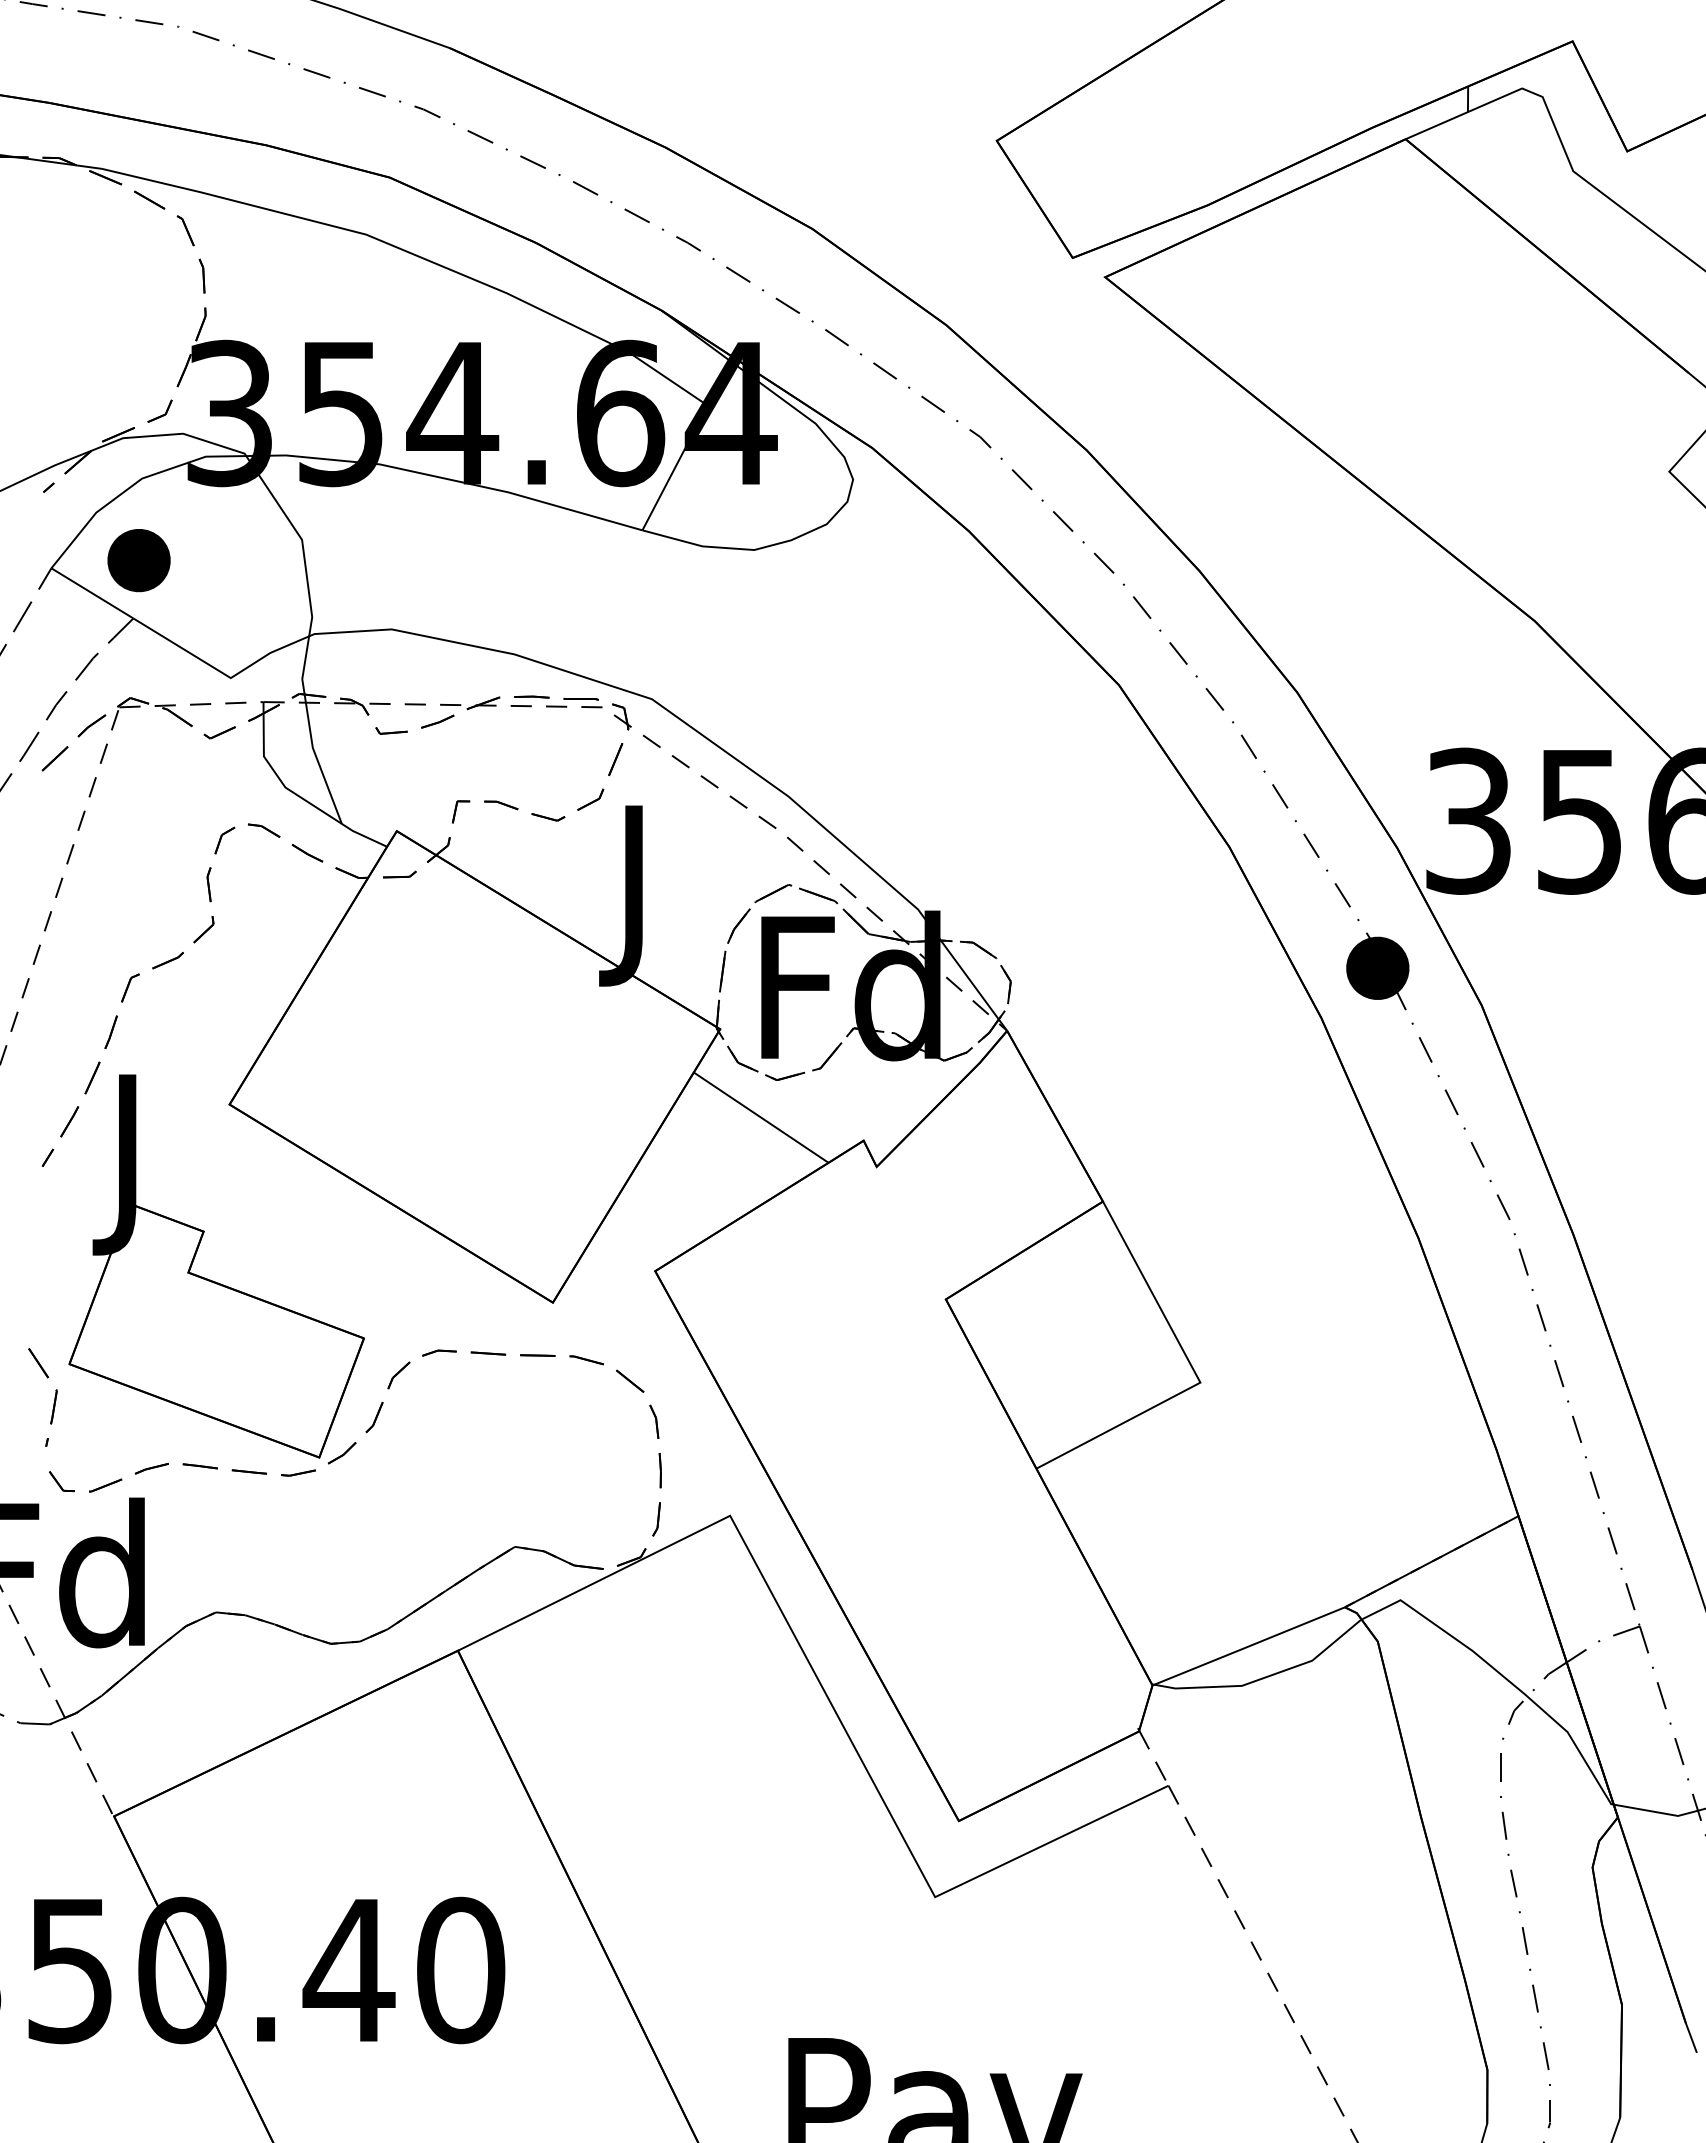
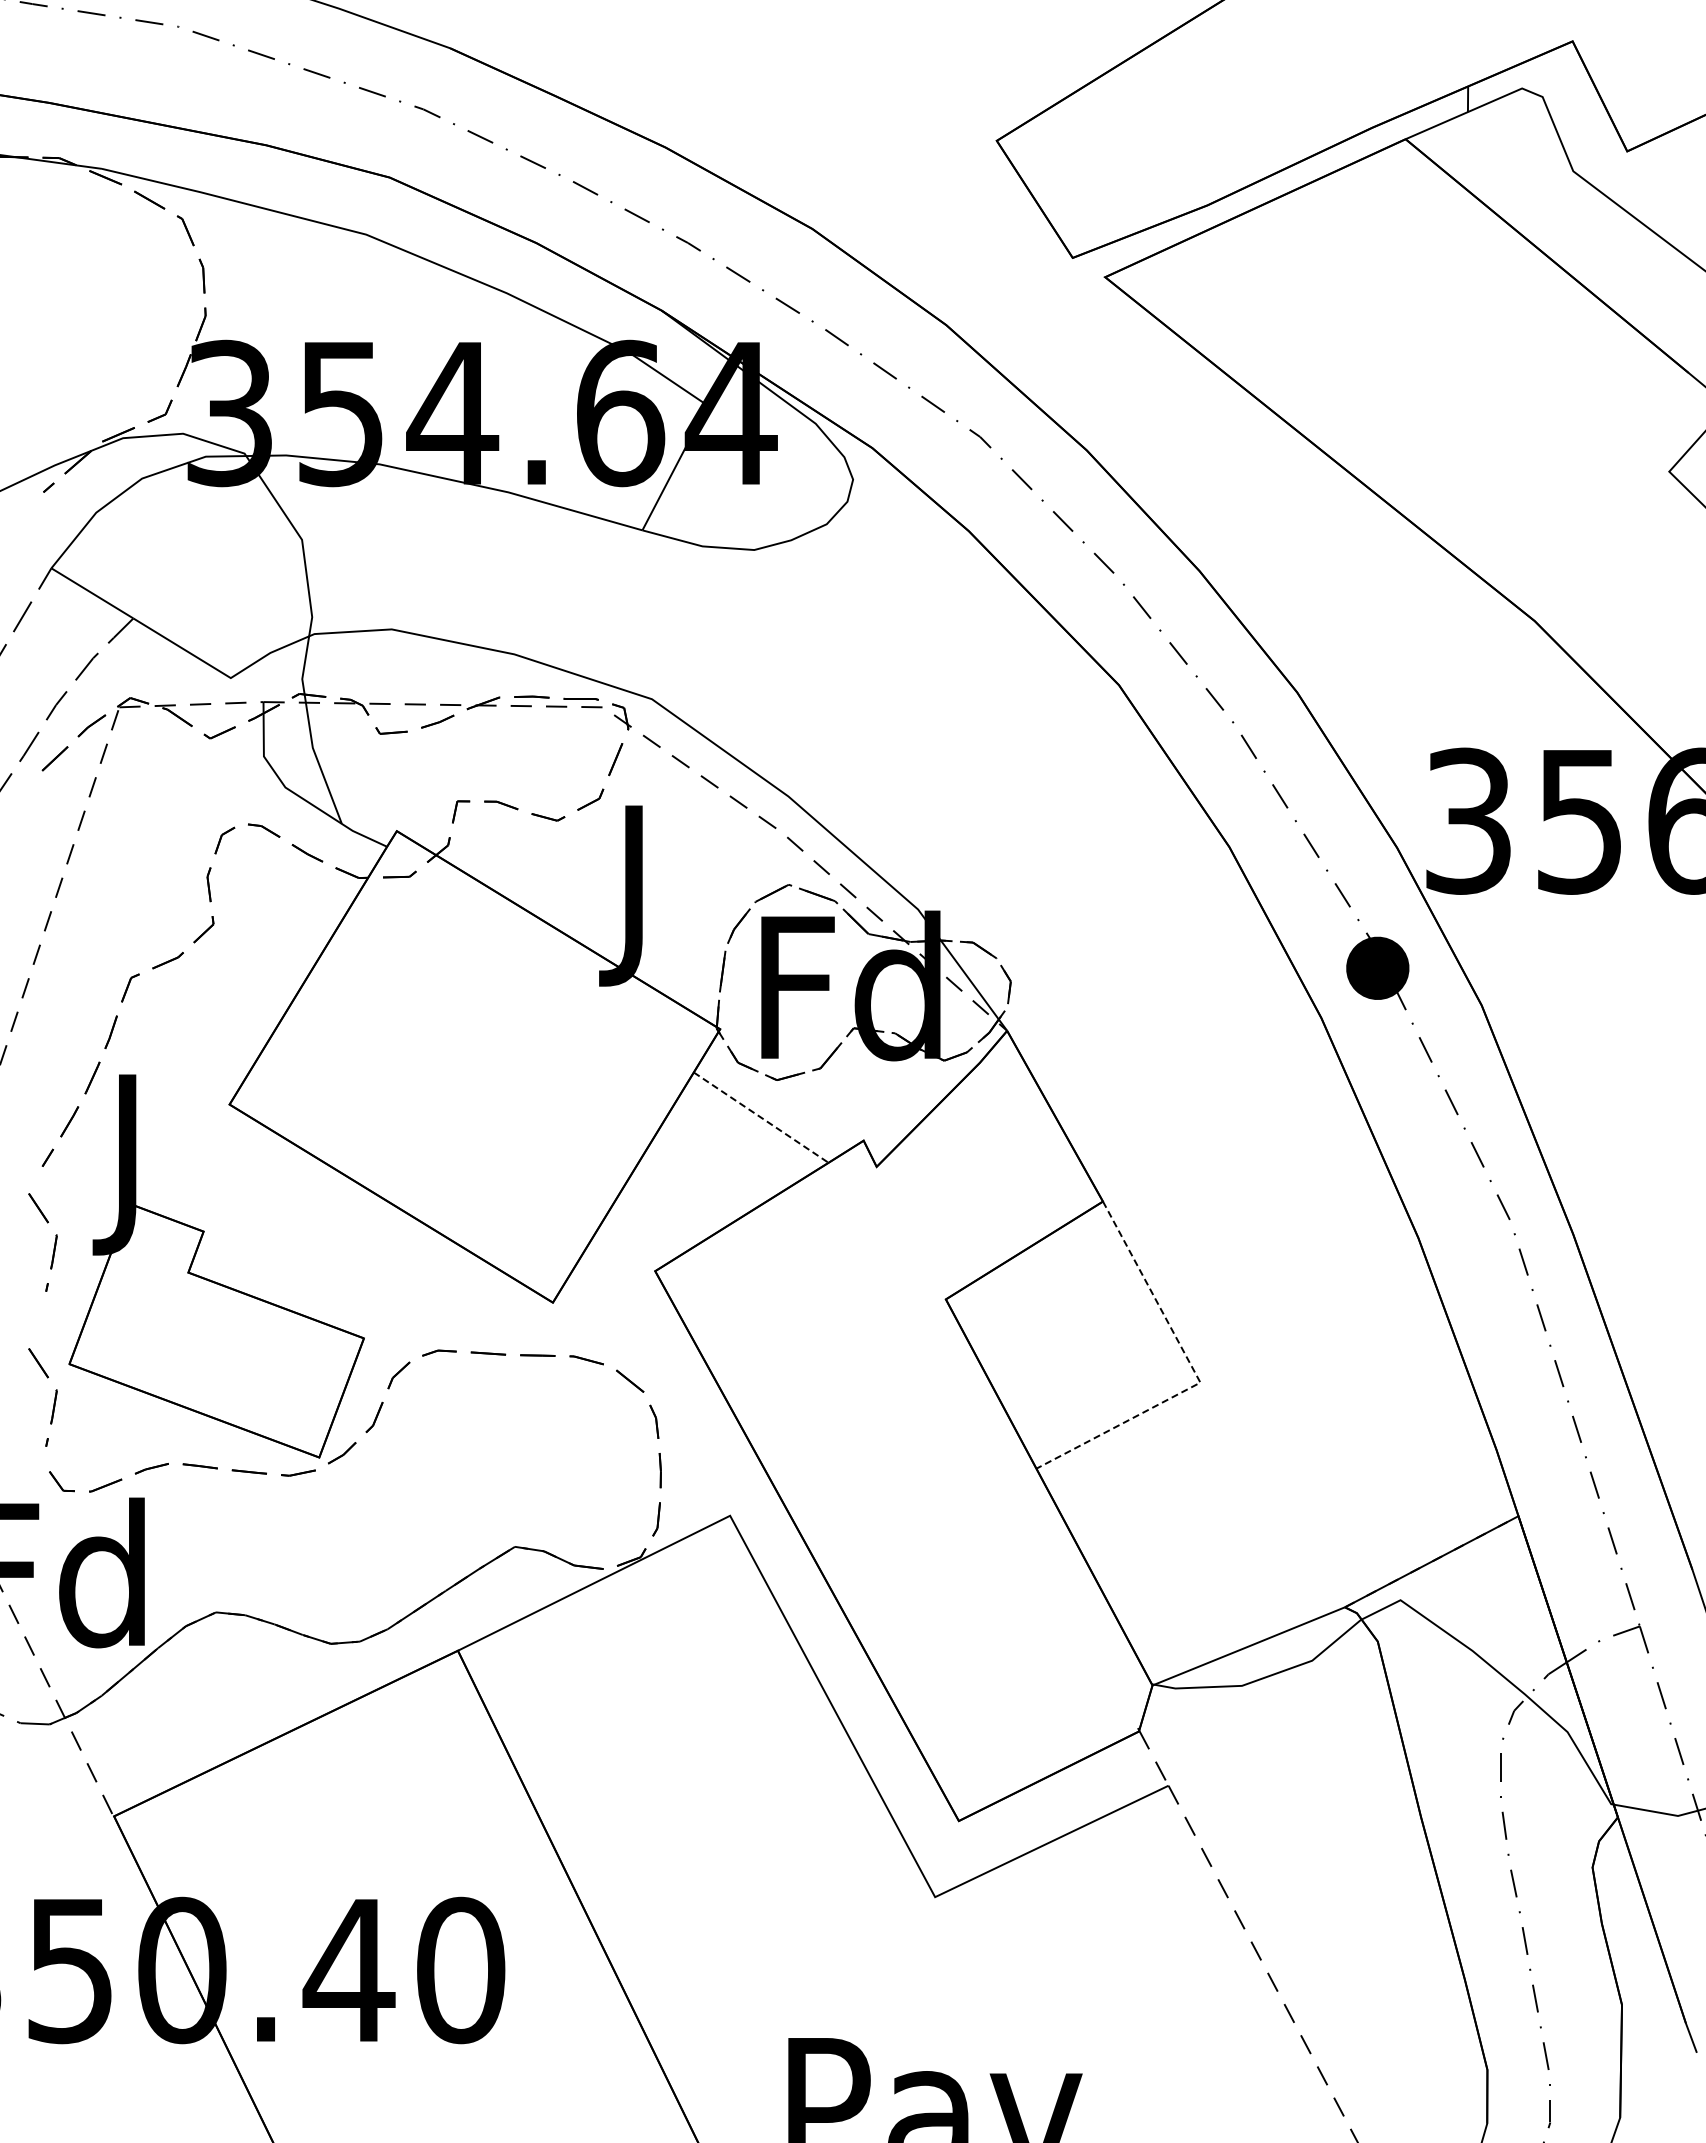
part at (138, 560): present -> none
line at (761, 1117): solid -> dashed
part at (54, 1242): none -> present
line at (1196, 1374): solid -> dashed
